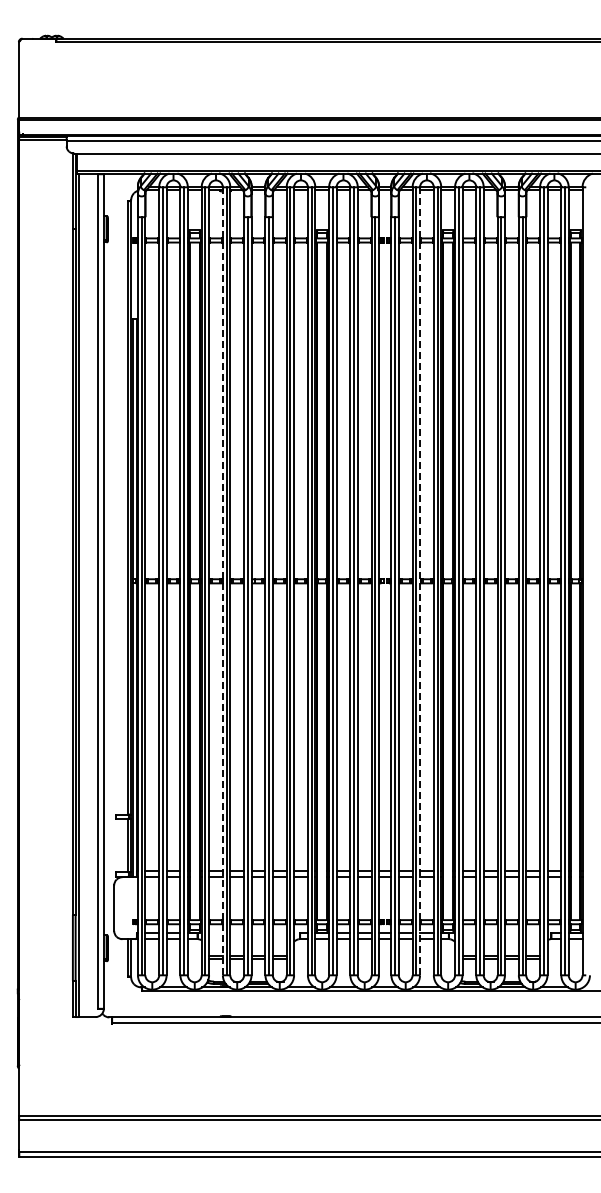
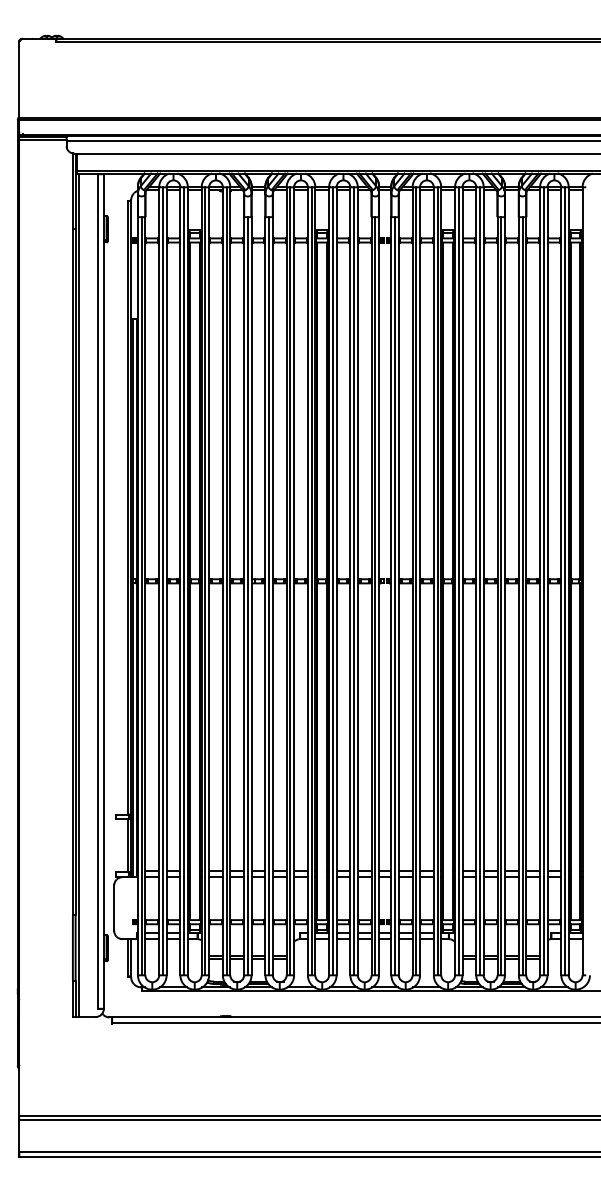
line at (222, 580): dashed -> solid
line at (420, 581): dashed -> solid
